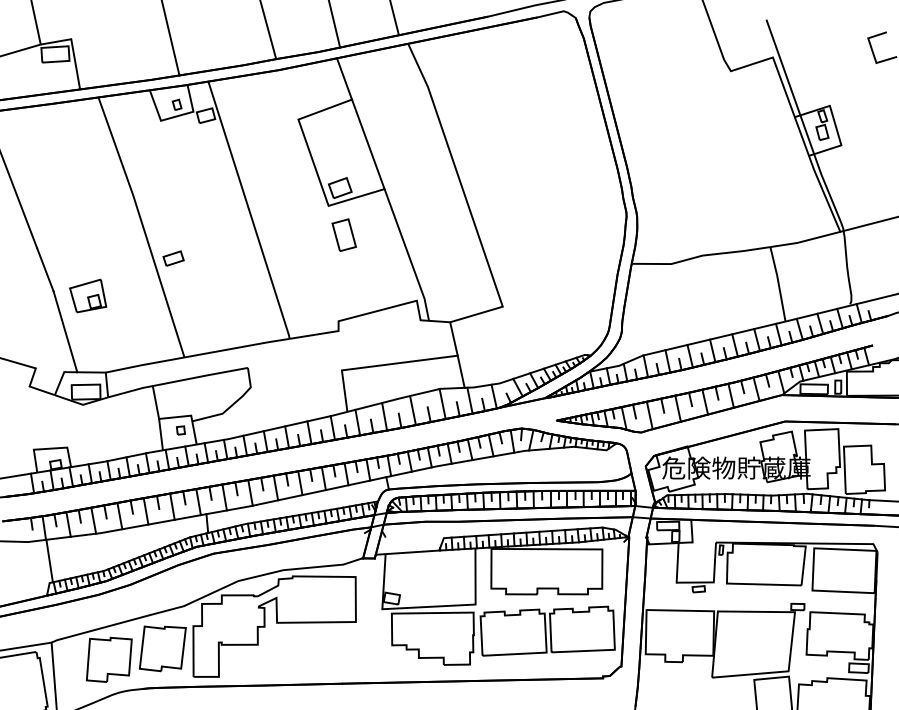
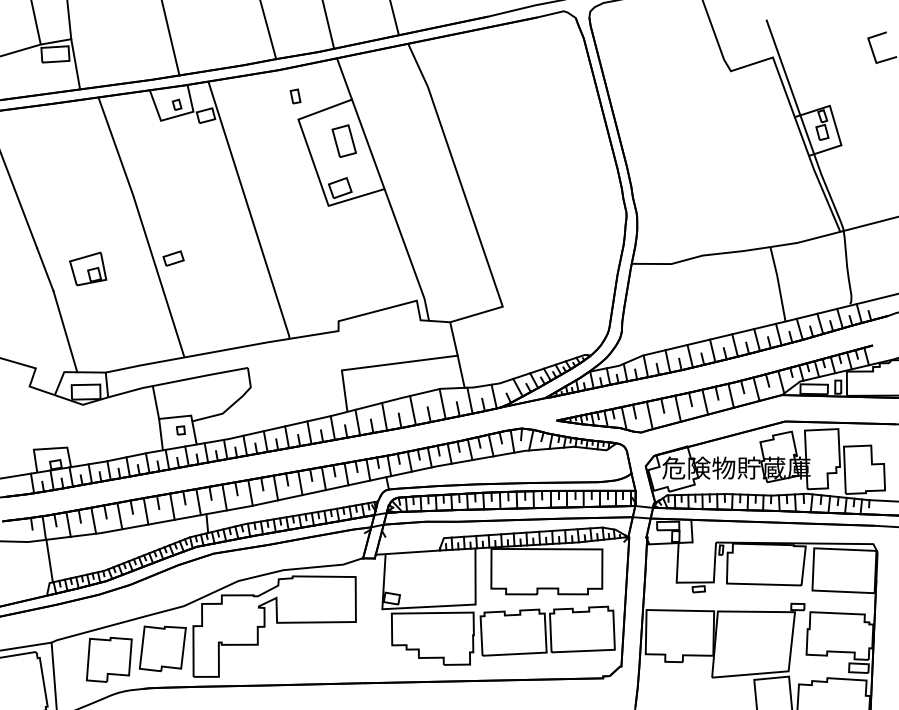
line at (69, 20): none -> present
line at (334, 24) position: (334, 24) -> (328, 25)
part at (295, 96): none -> present
part at (343, 234) position: (343, 234) -> (343, 140)
part at (88, 295) position: (88, 295) -> (88, 268)
